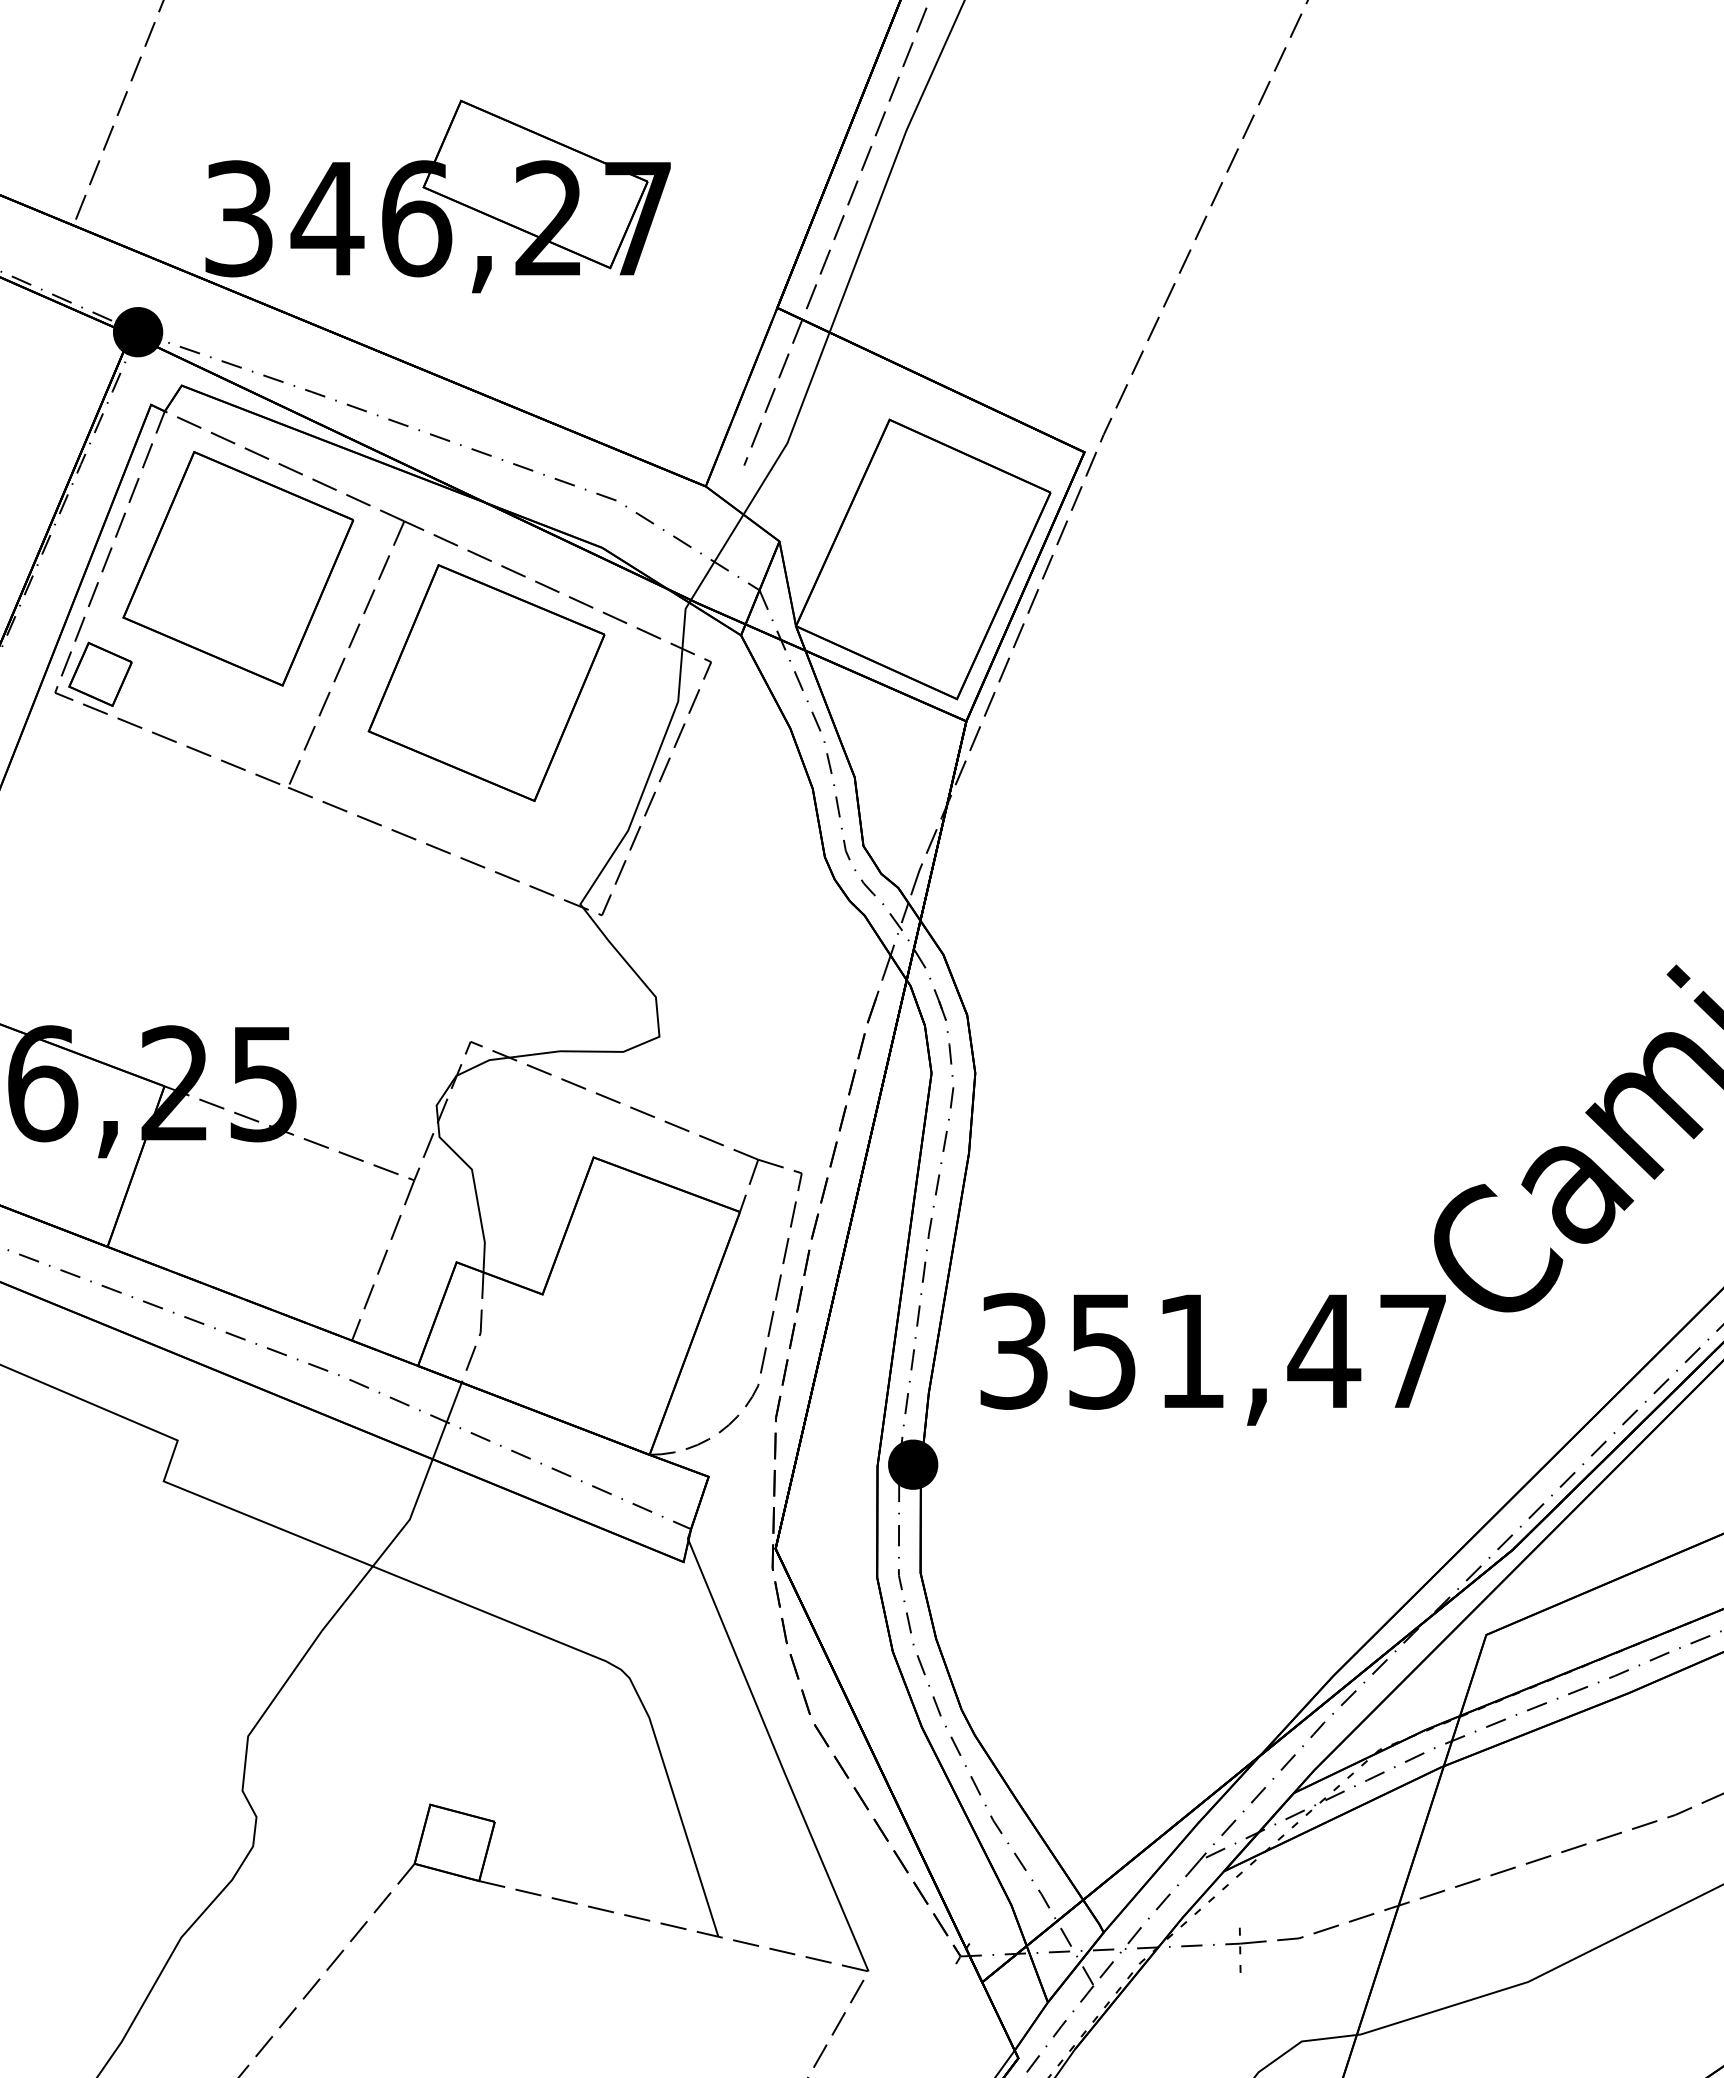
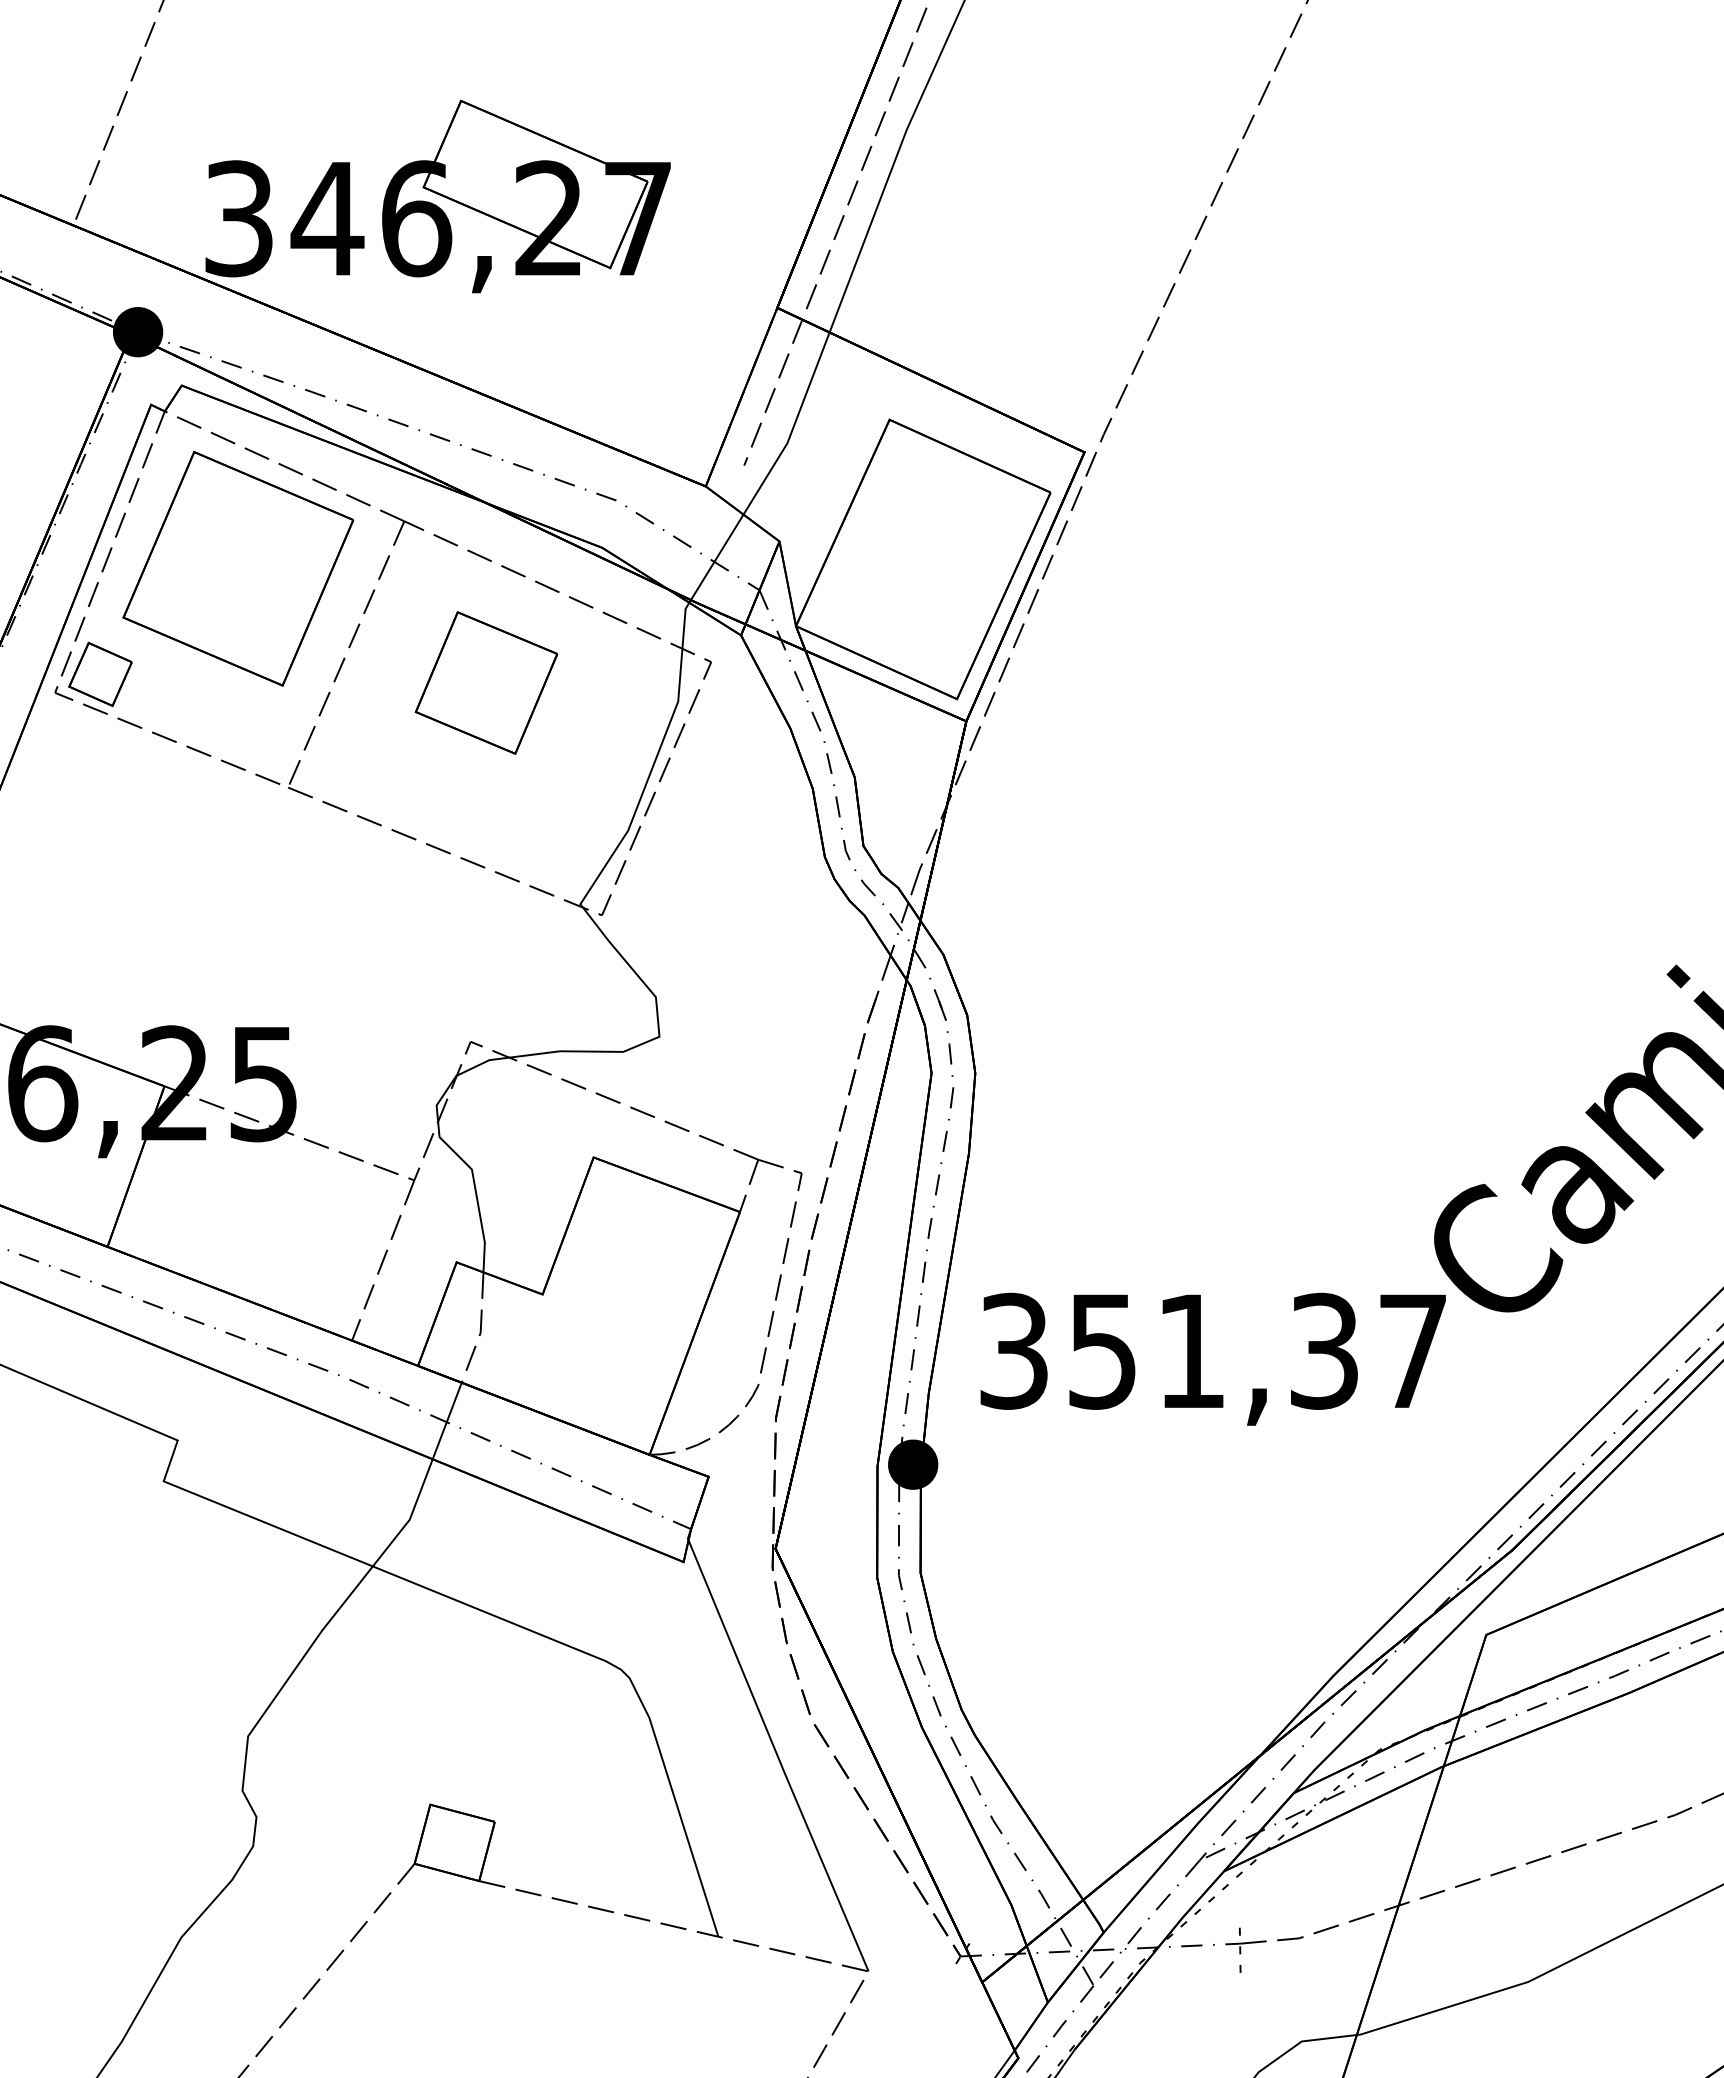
part at (486, 682) size: 239x238 px -> 145x144 px
text at (1324, 1350): 351,47 -> 351,37
